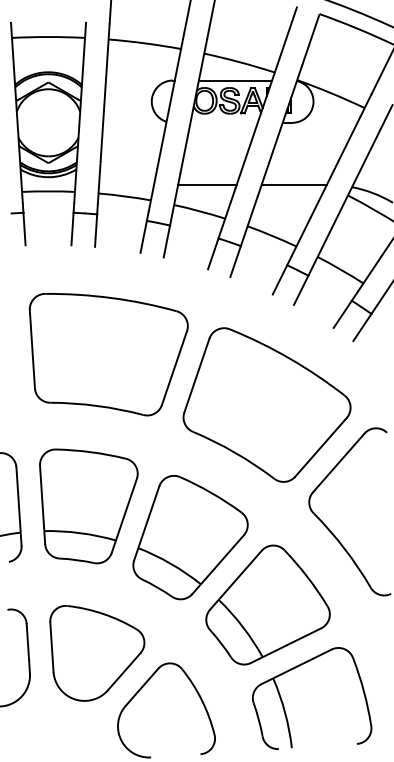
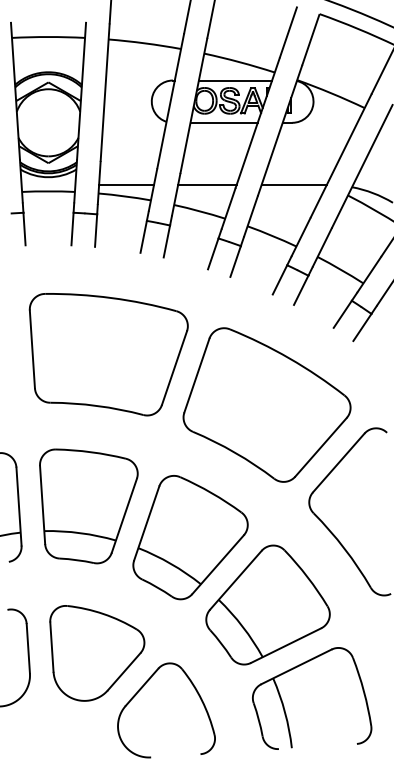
line at (223, 122): none -> present
line at (126, 185): none -> present
